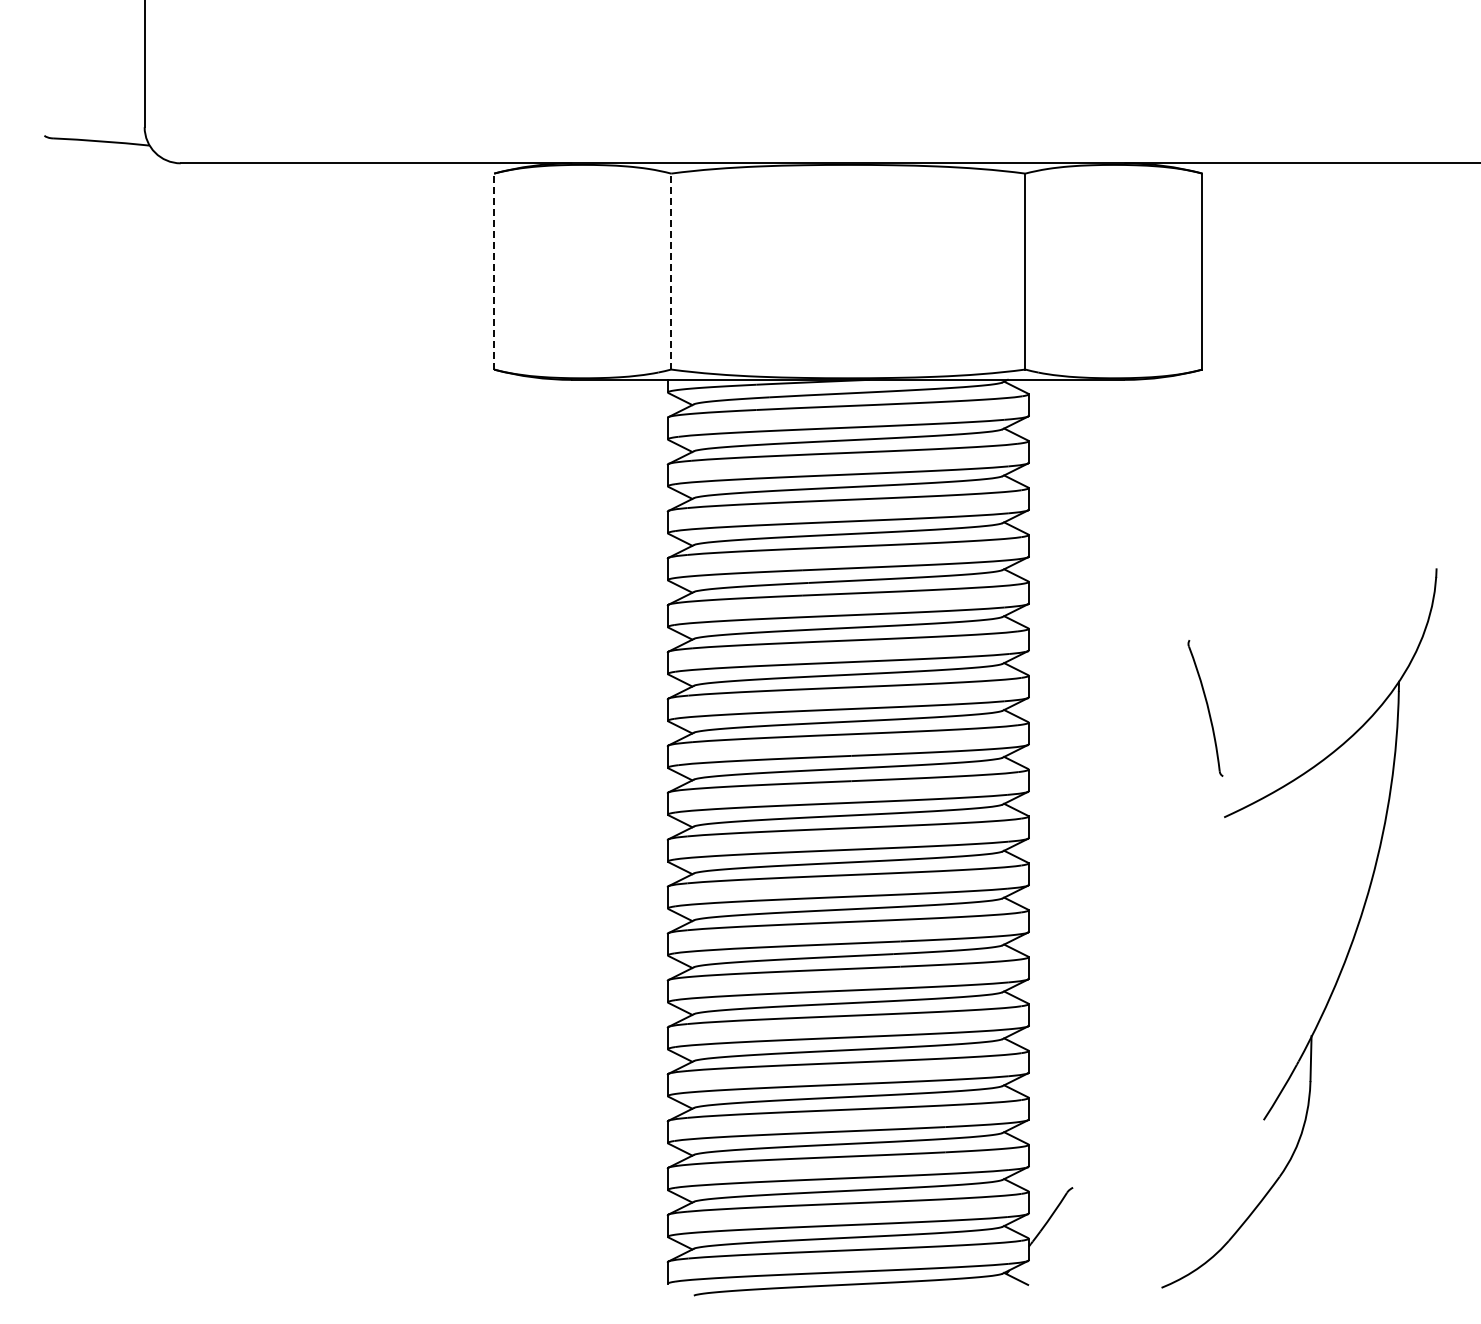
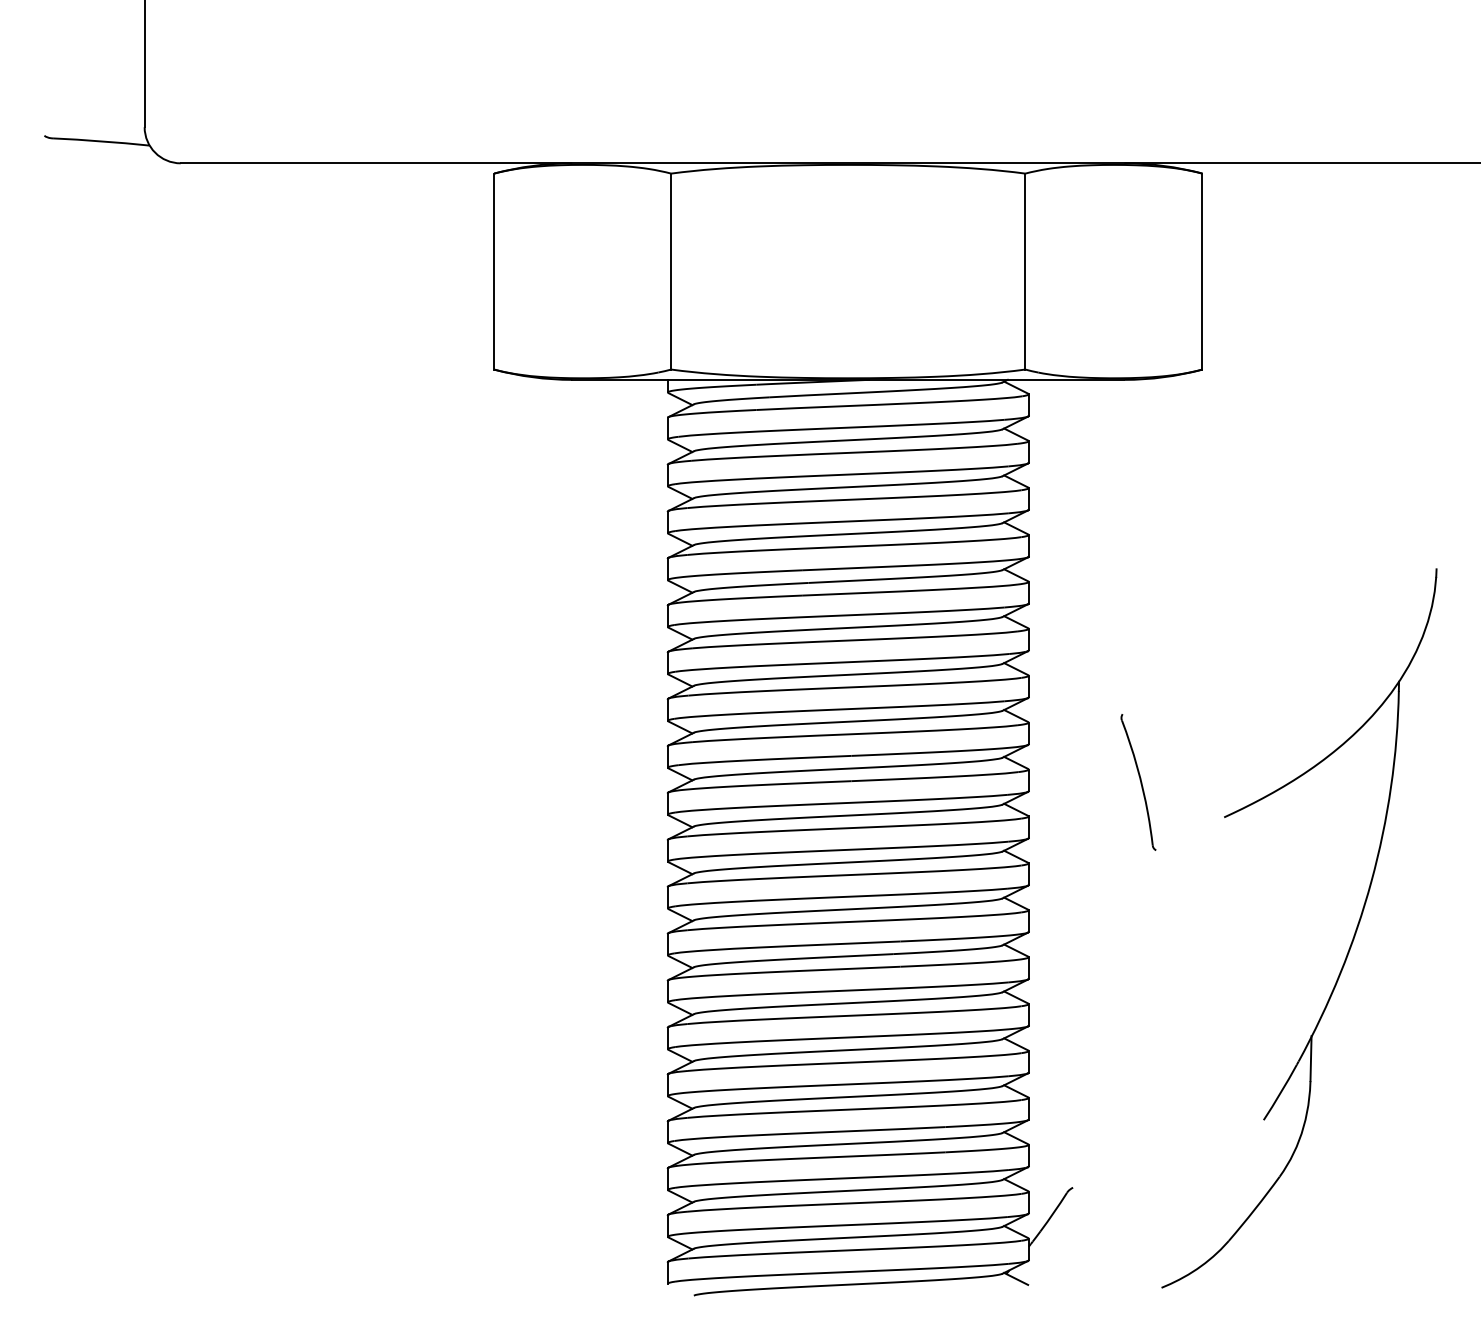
line at (494, 271): dashed -> solid
line at (671, 271): dashed -> solid
part at (1205, 708) position: (1205, 708) -> (1138, 782)
